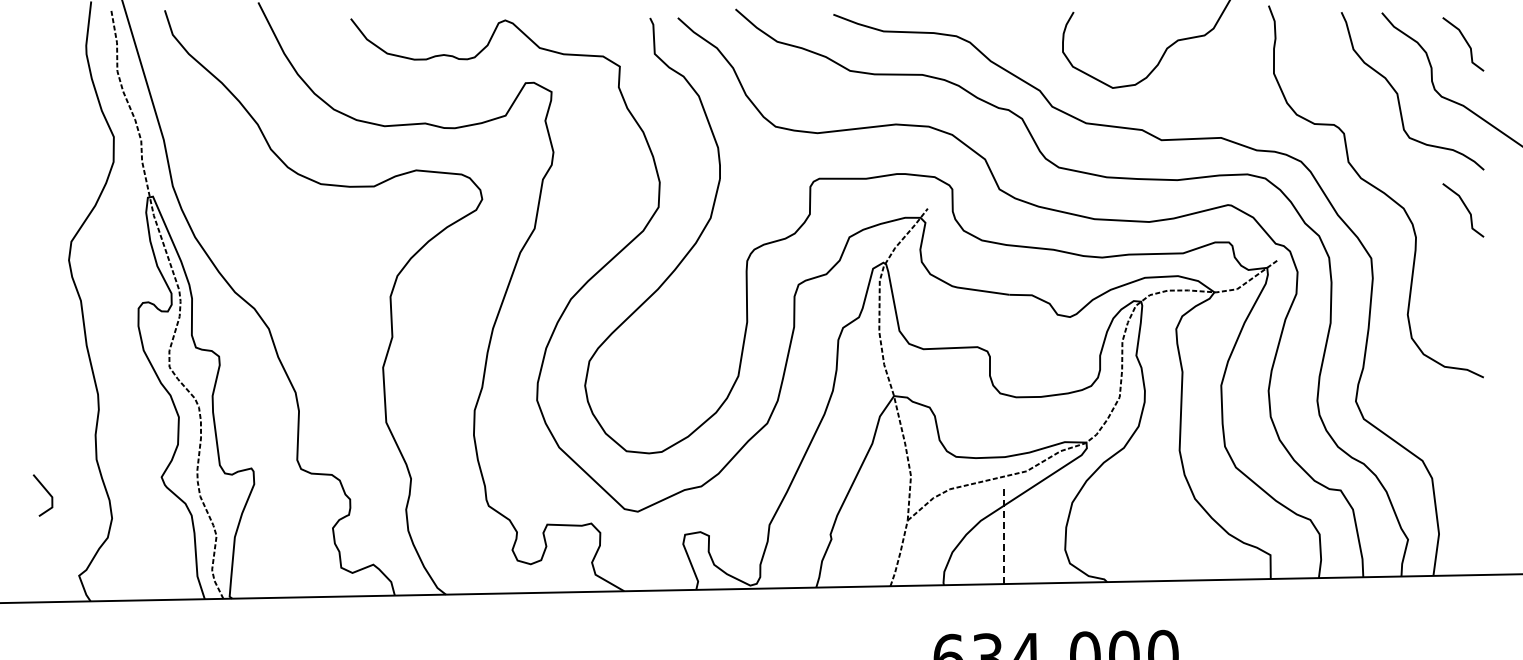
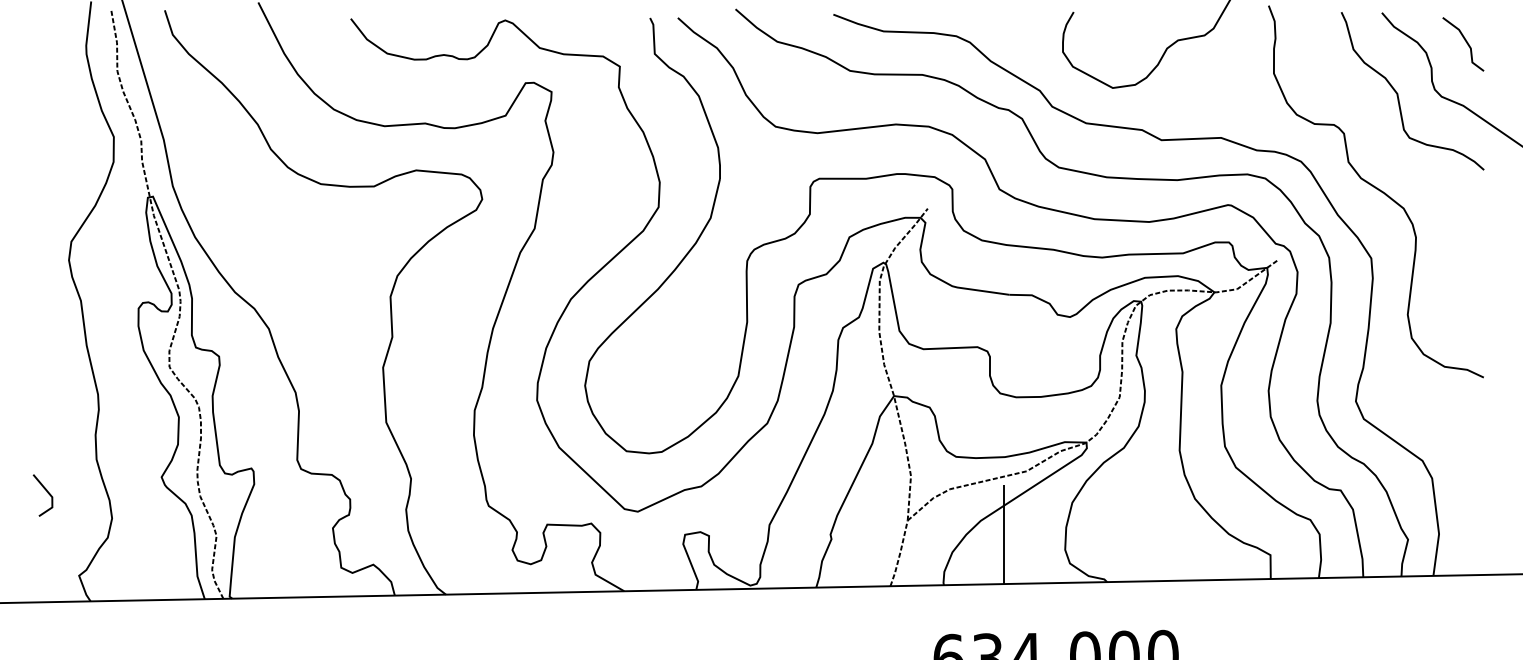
line at (1466, 209): present -> none
line at (1003, 534): dashed -> solid
